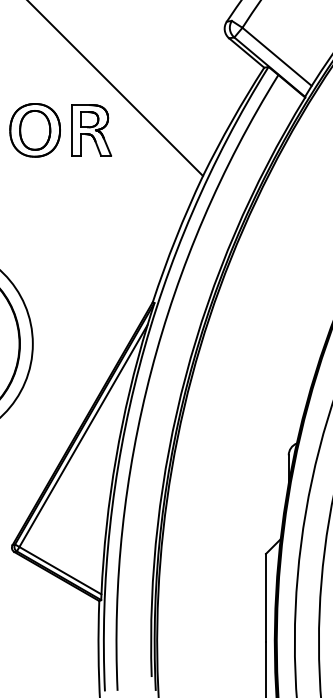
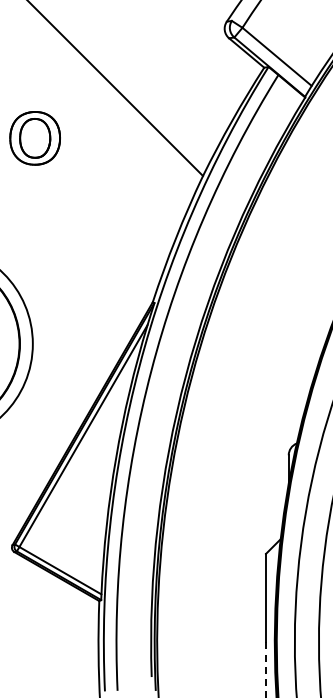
part at (34, 130) position: (34, 130) -> (34, 138)
part at (91, 130): present -> none
line at (265, 670): solid -> dashed
